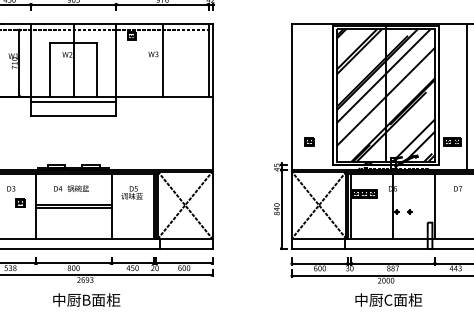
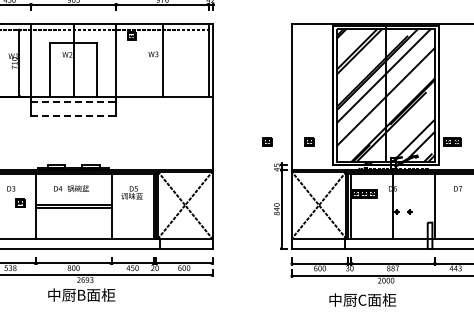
line at (467, 96): present -> none
line at (74, 101): solid -> dashed
line at (74, 115): solid -> dashed
part at (267, 141): none -> present
text at (86, 299) position: (86, 299) -> (81, 294)
text at (388, 299) position: (388, 299) -> (362, 299)
